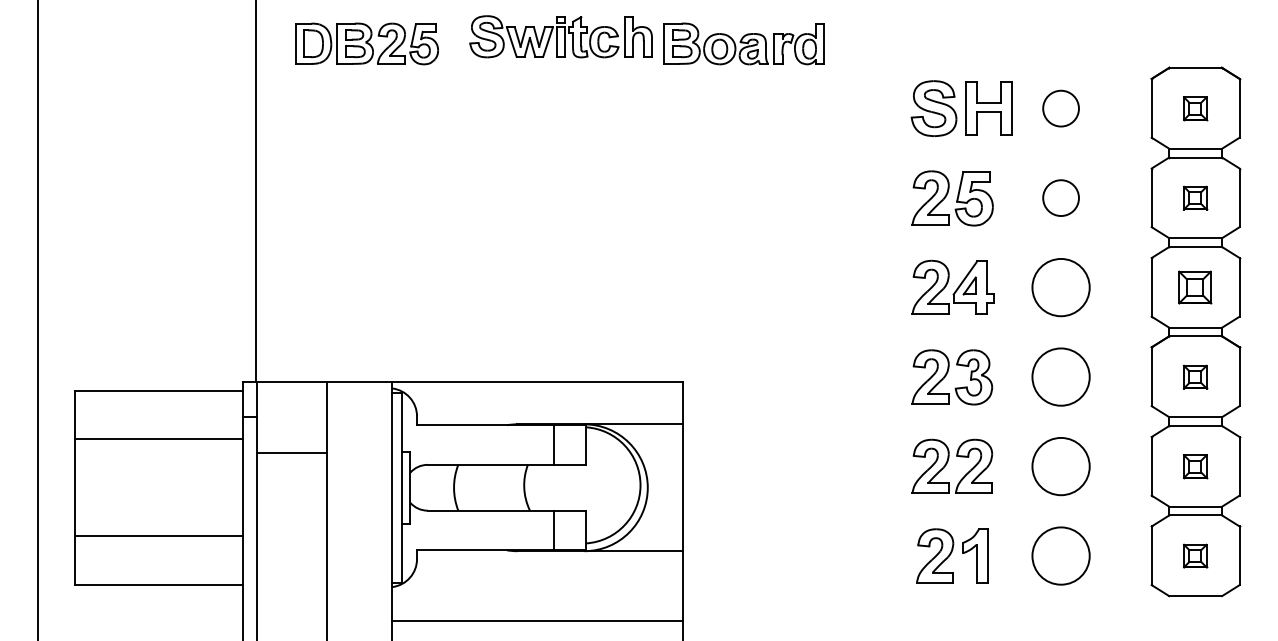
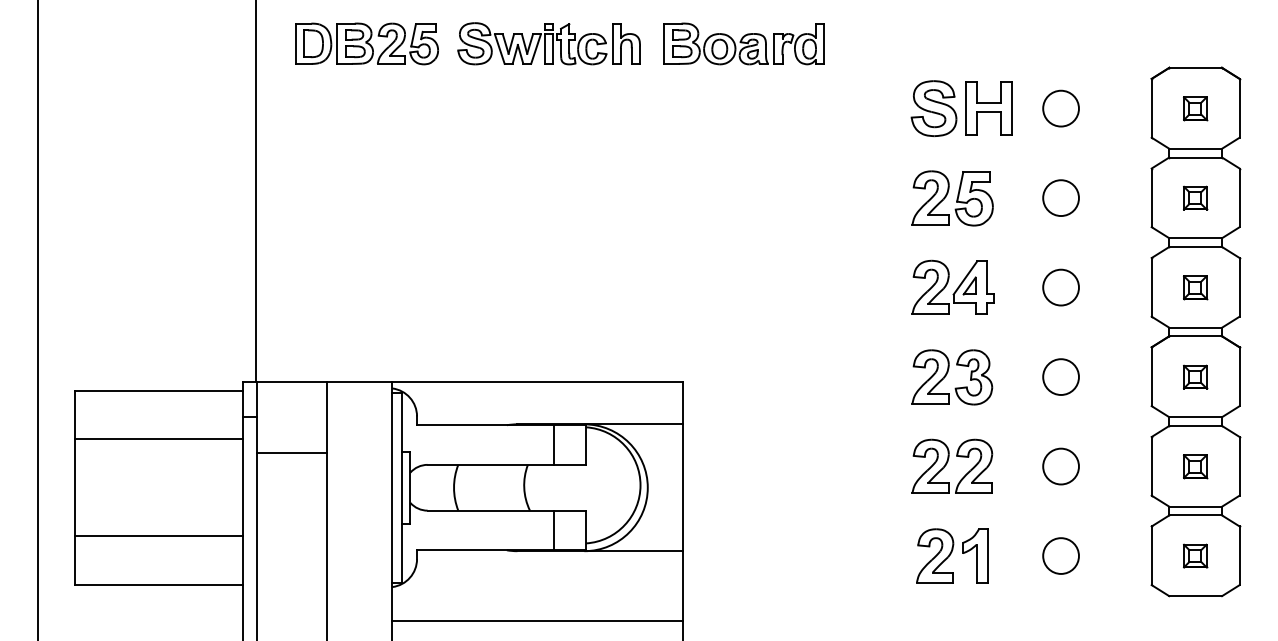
part at (560, 36) position: (560, 36) -> (548, 43)
circle at (1060, 287) diameter: 57 px -> 36 px
part at (1195, 287) size: 35x35 px -> 26x26 px
circle at (1060, 376) diameter: 57 px -> 36 px
circle at (1060, 466) diameter: 57 px -> 36 px
circle at (1060, 555) diameter: 57 px -> 36 px
